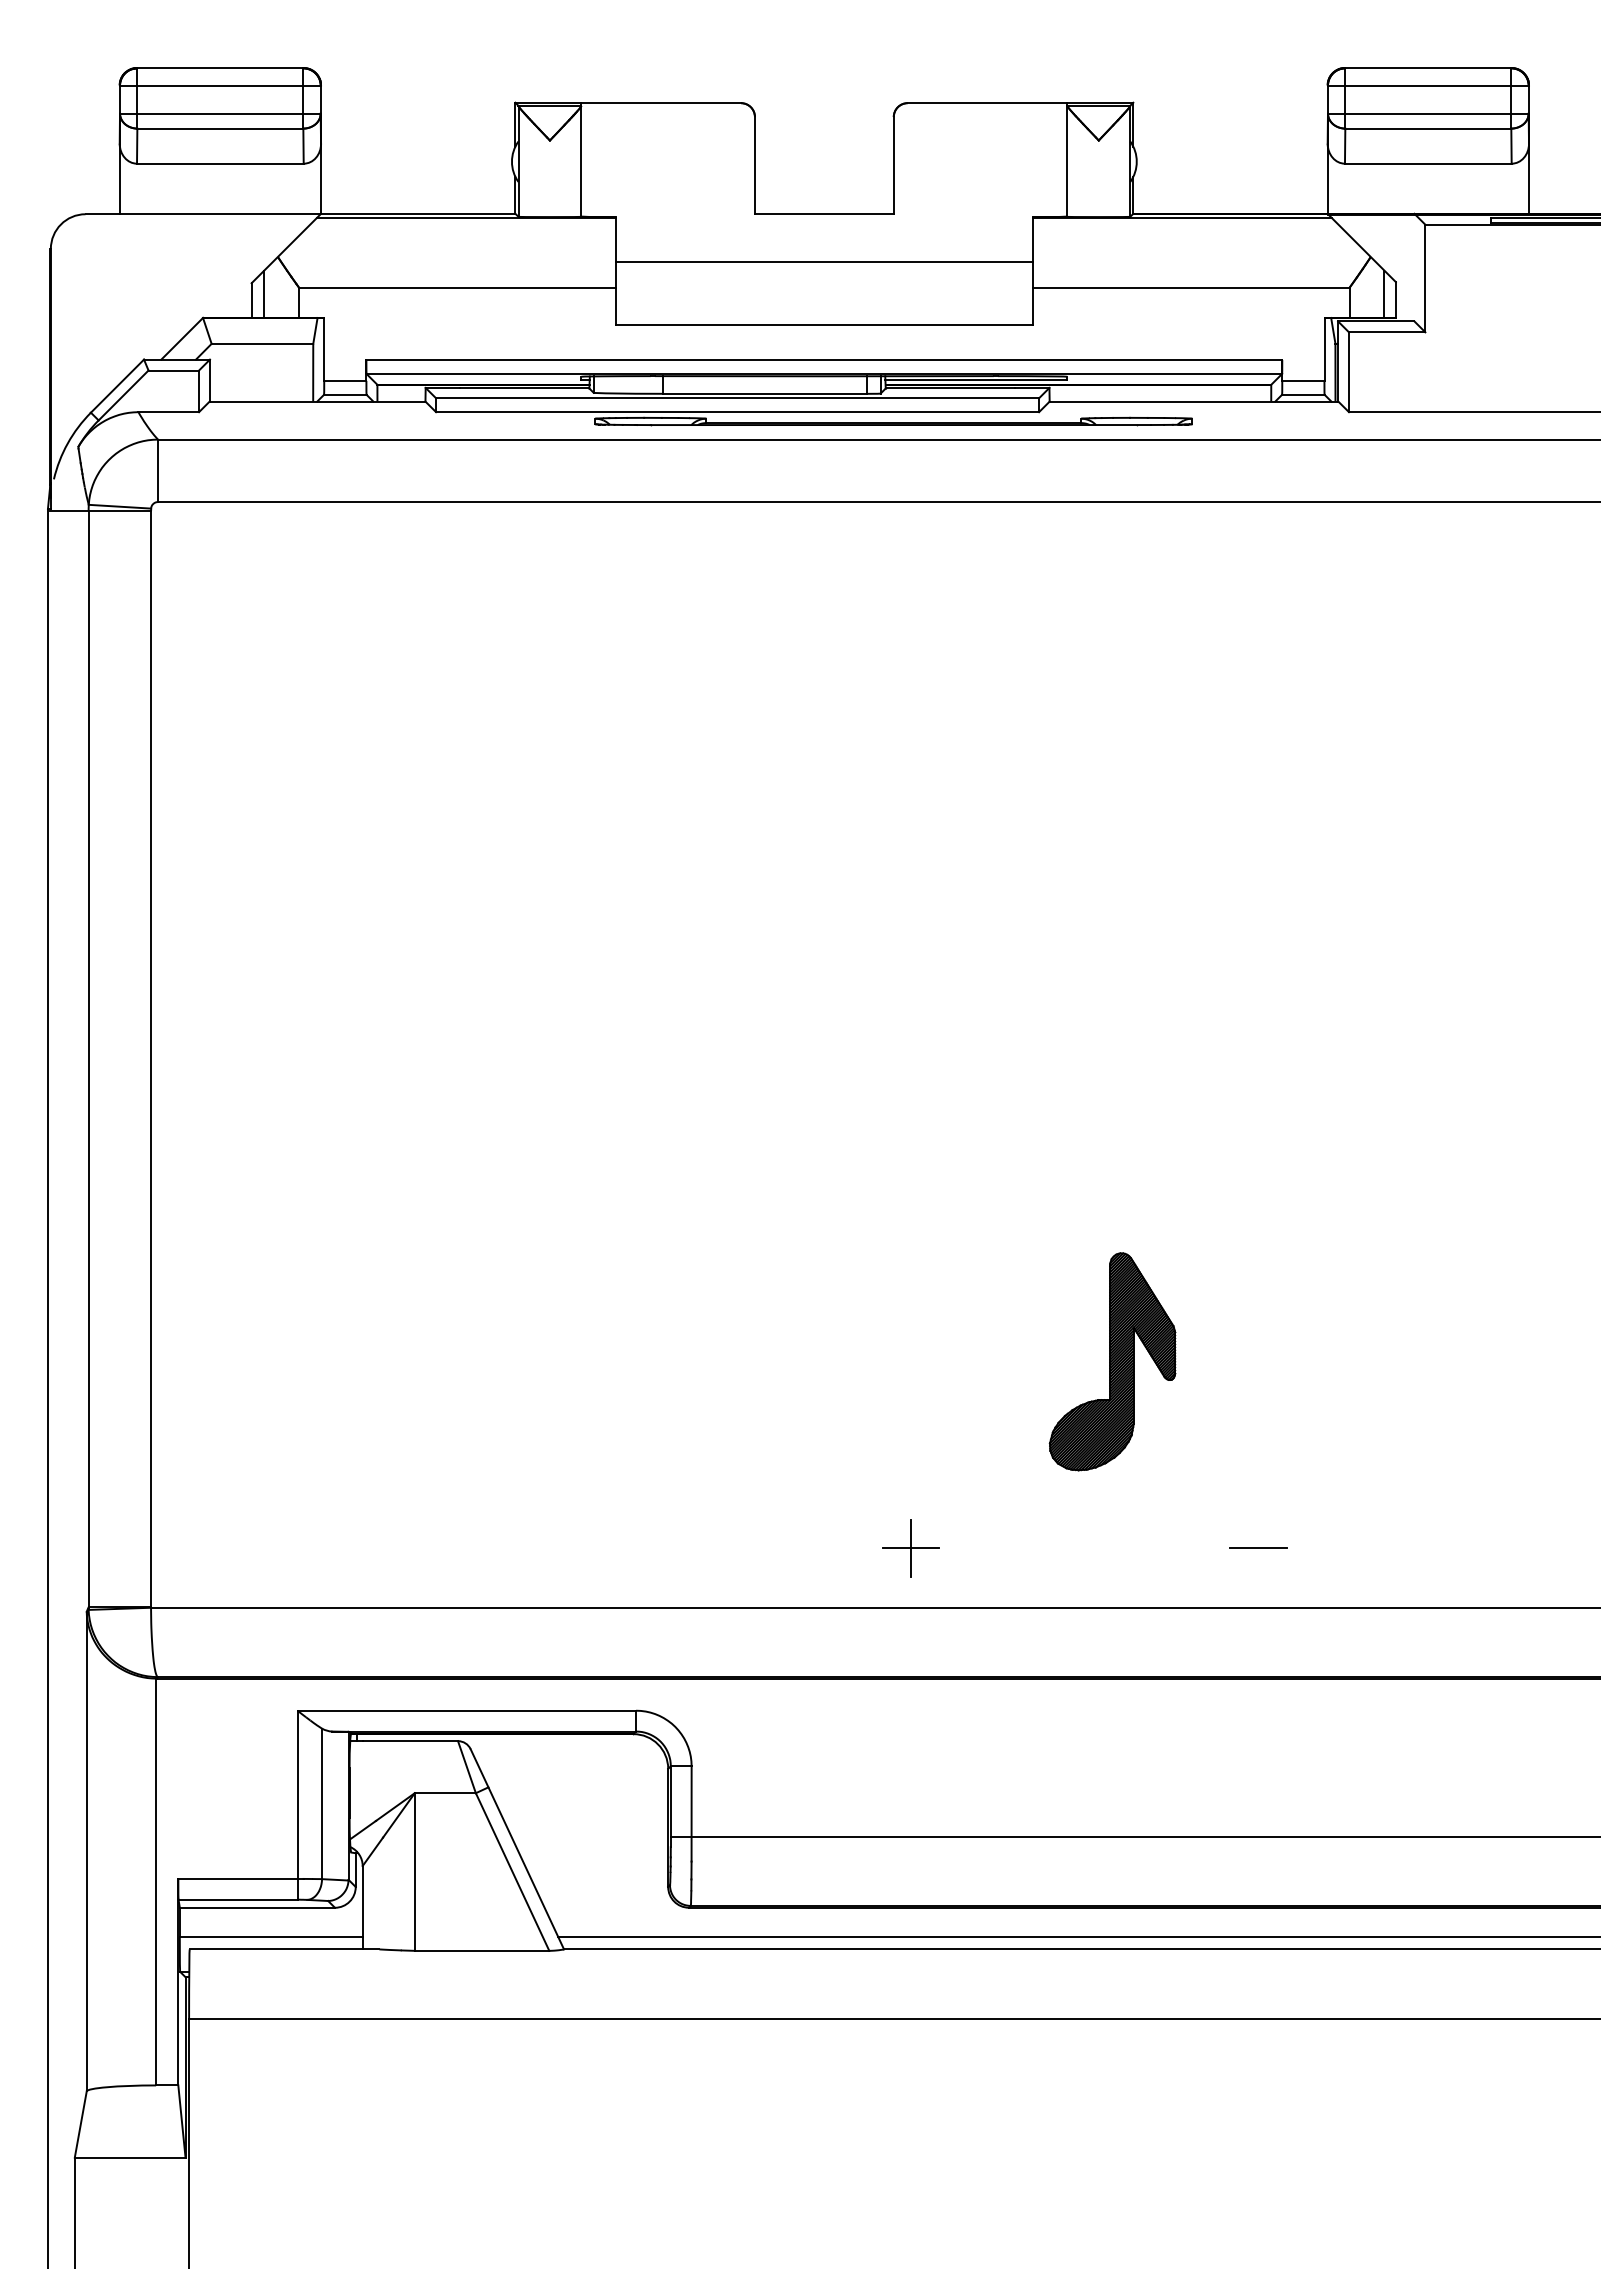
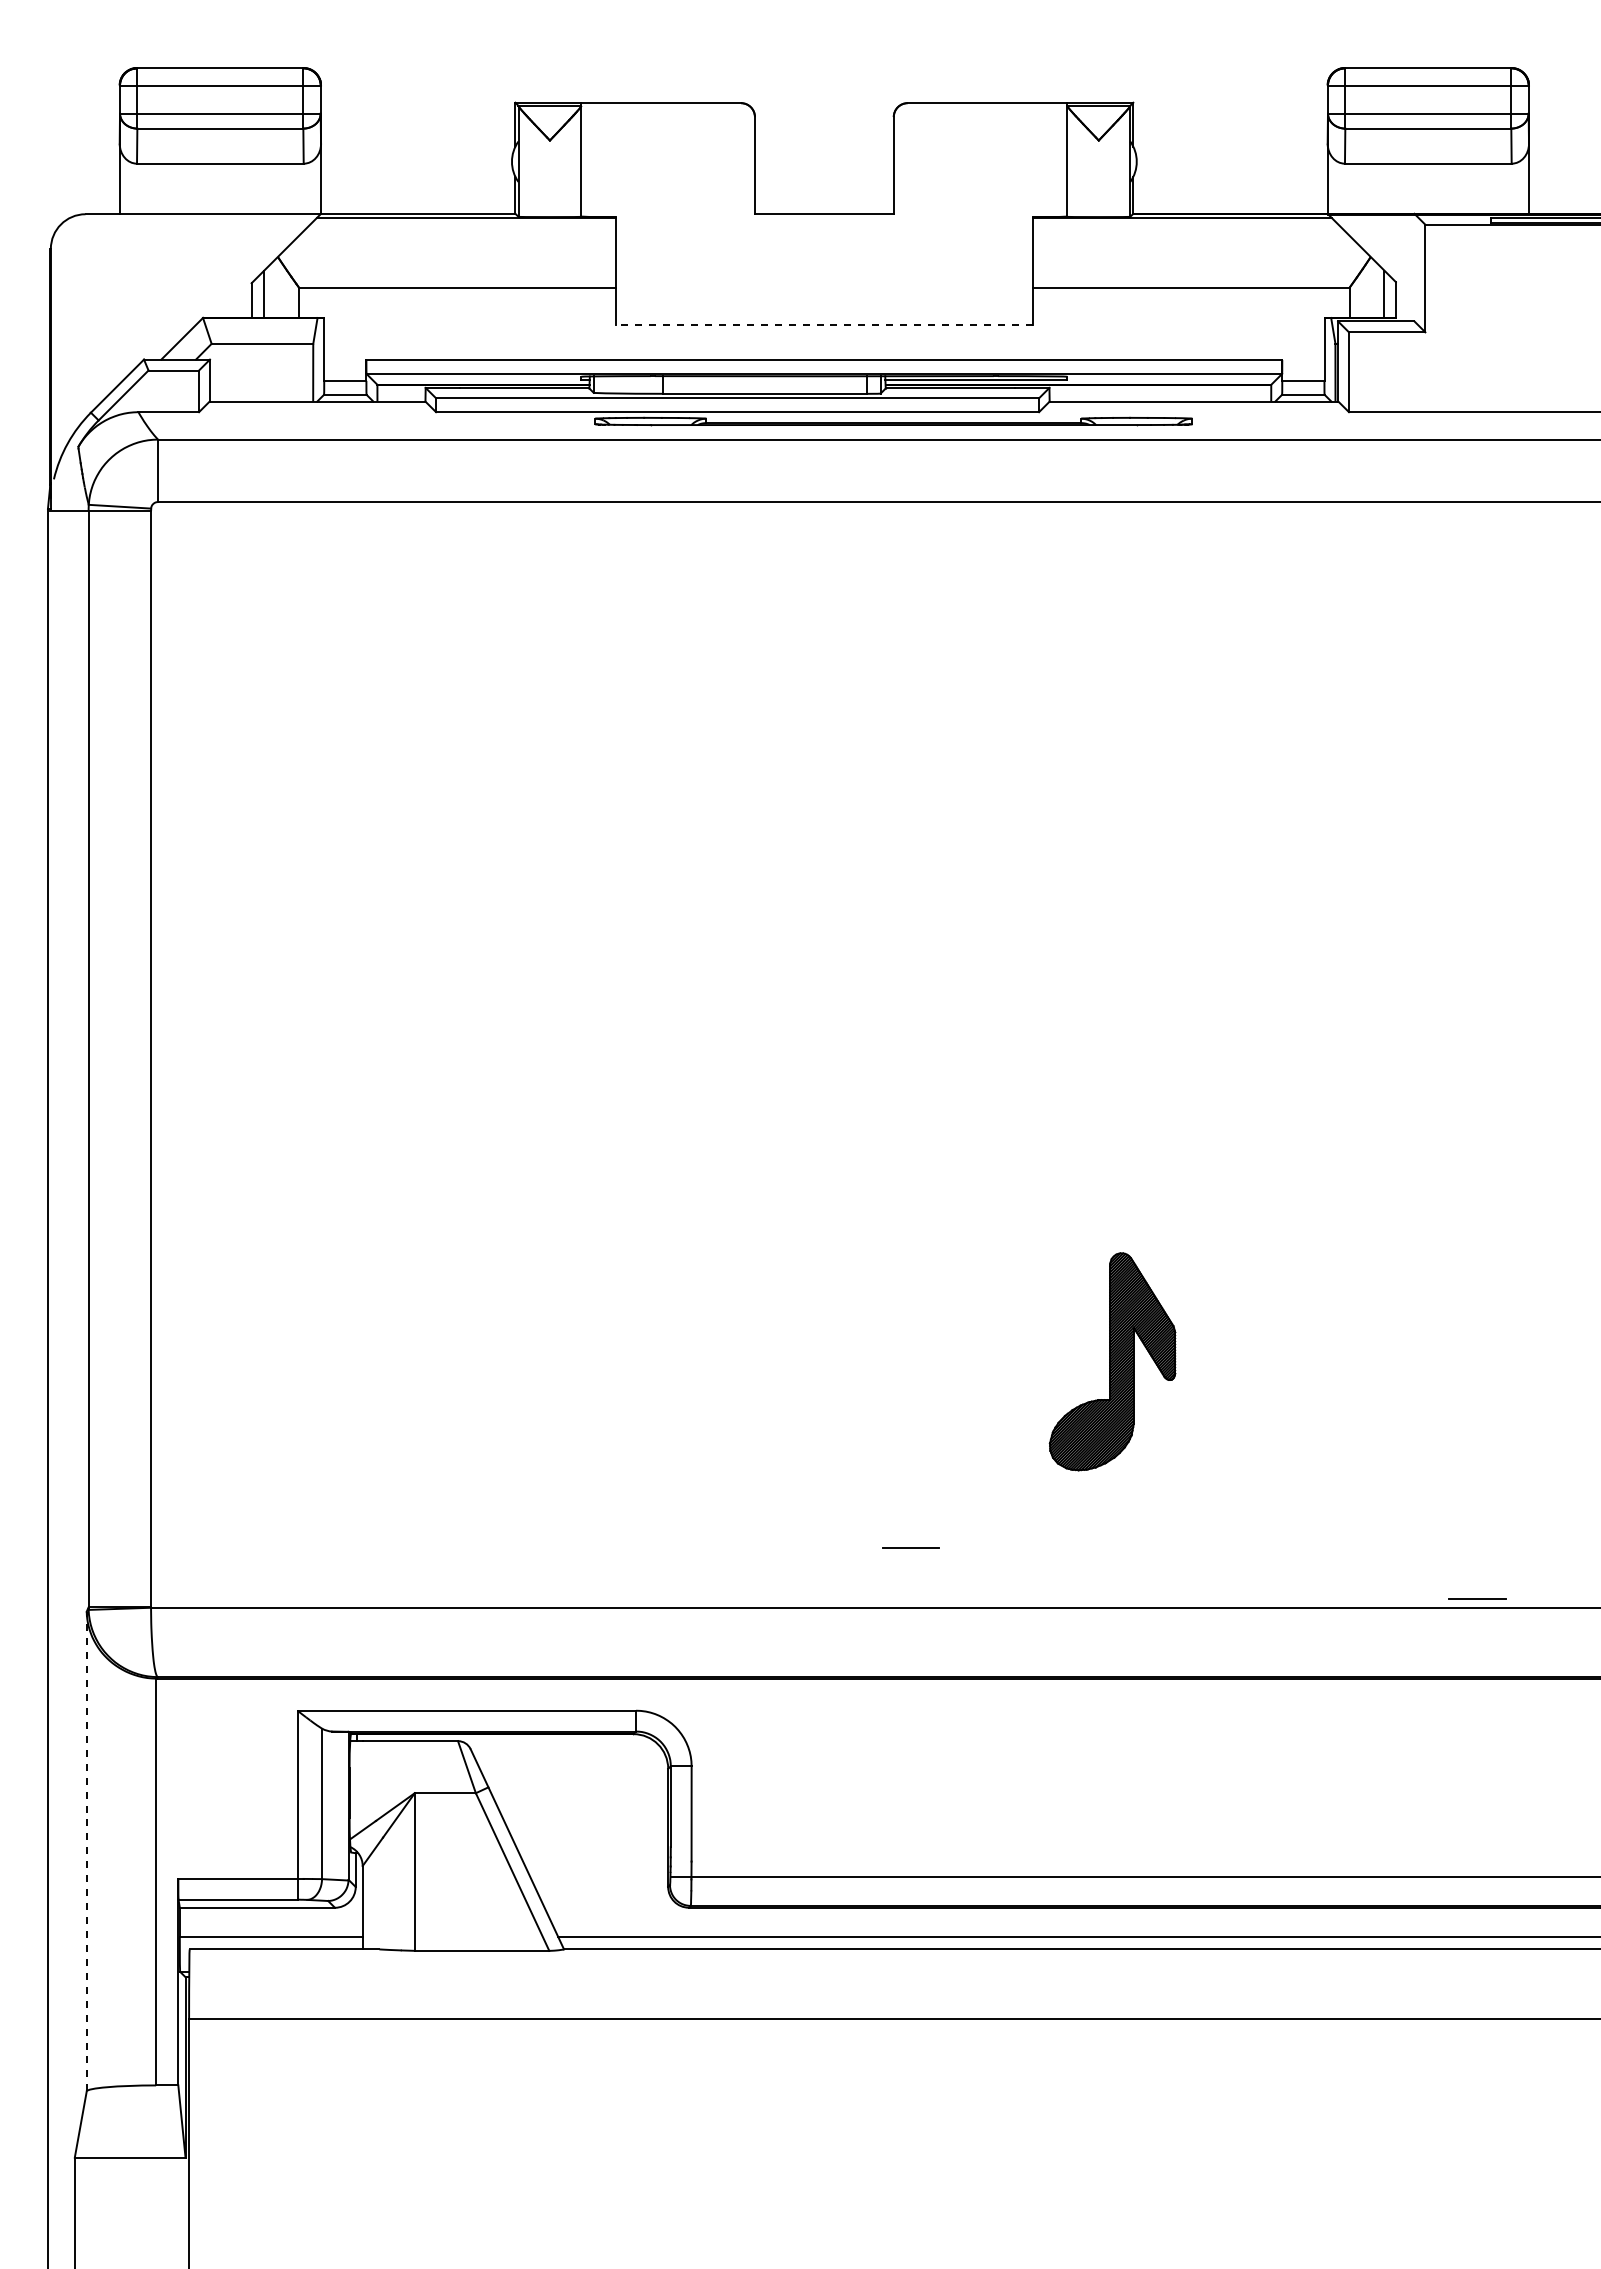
line at (824, 262): present -> none
line at (823, 324): solid -> dashed
line at (1258, 1547) position: (1258, 1547) -> (1477, 1598)
line at (911, 1548): present -> none
line at (1133, 1836) position: (1133, 1836) -> (1133, 1876)
line at (86, 1851): solid -> dashed
